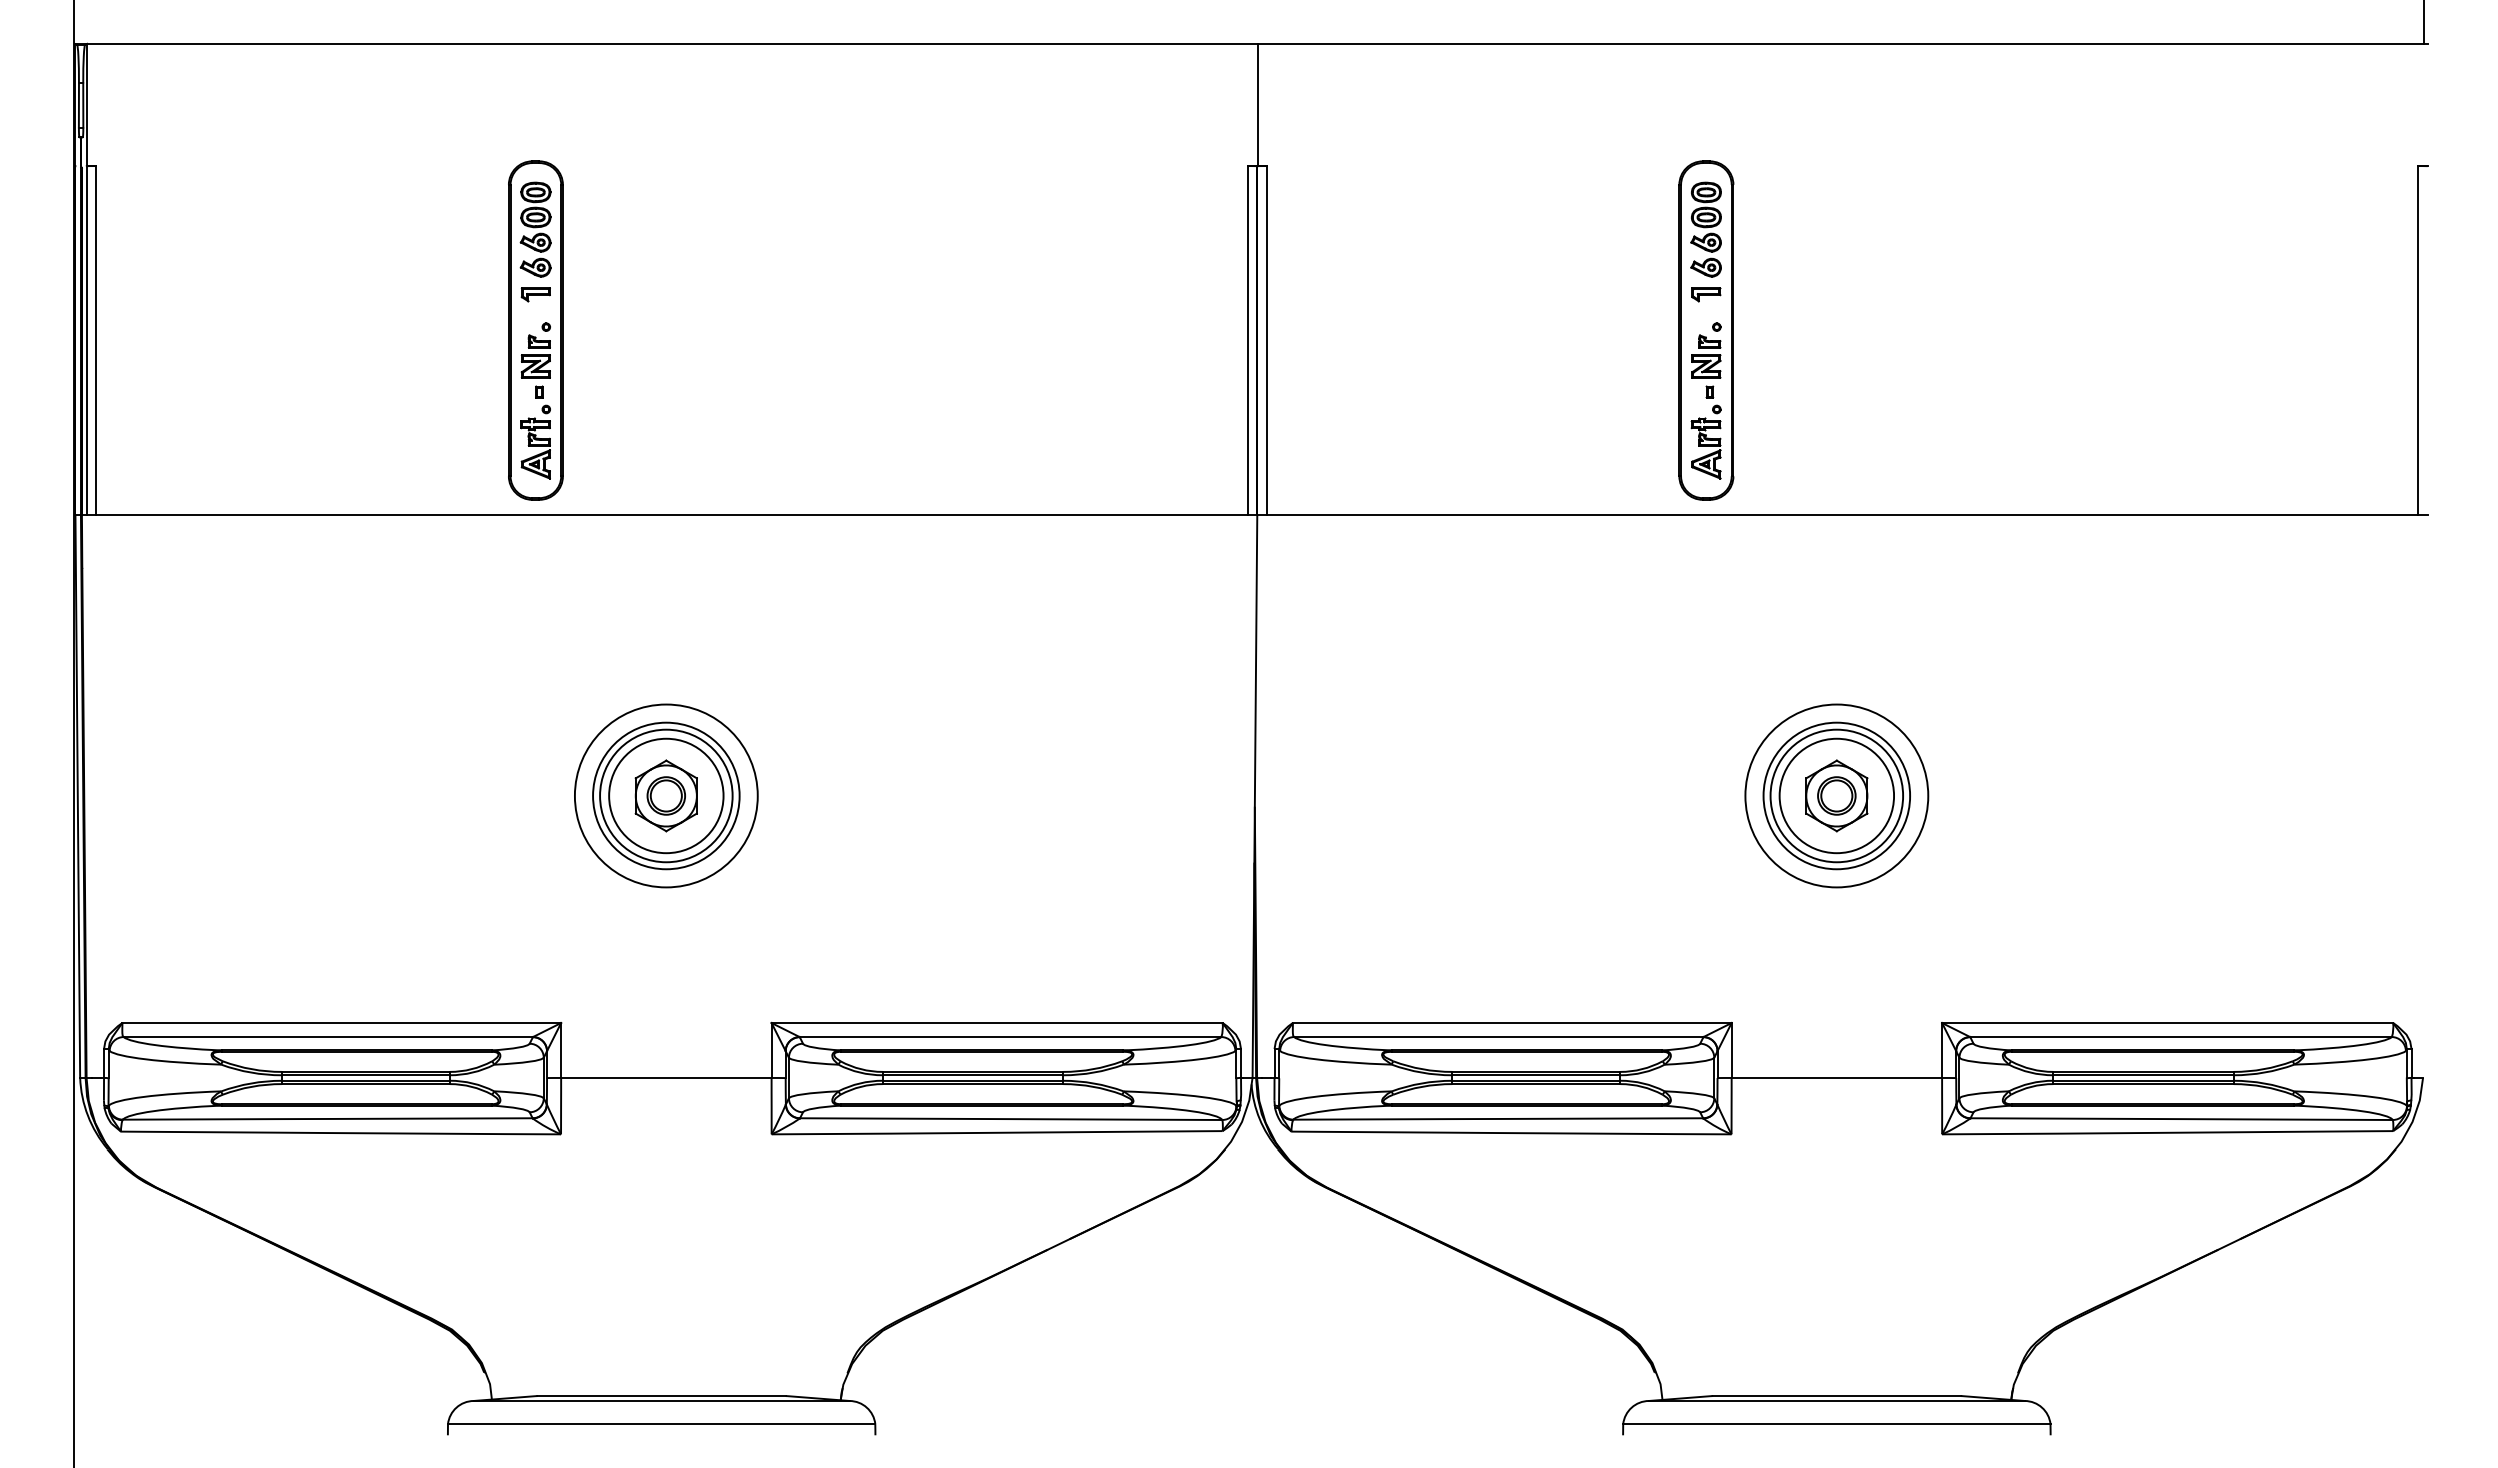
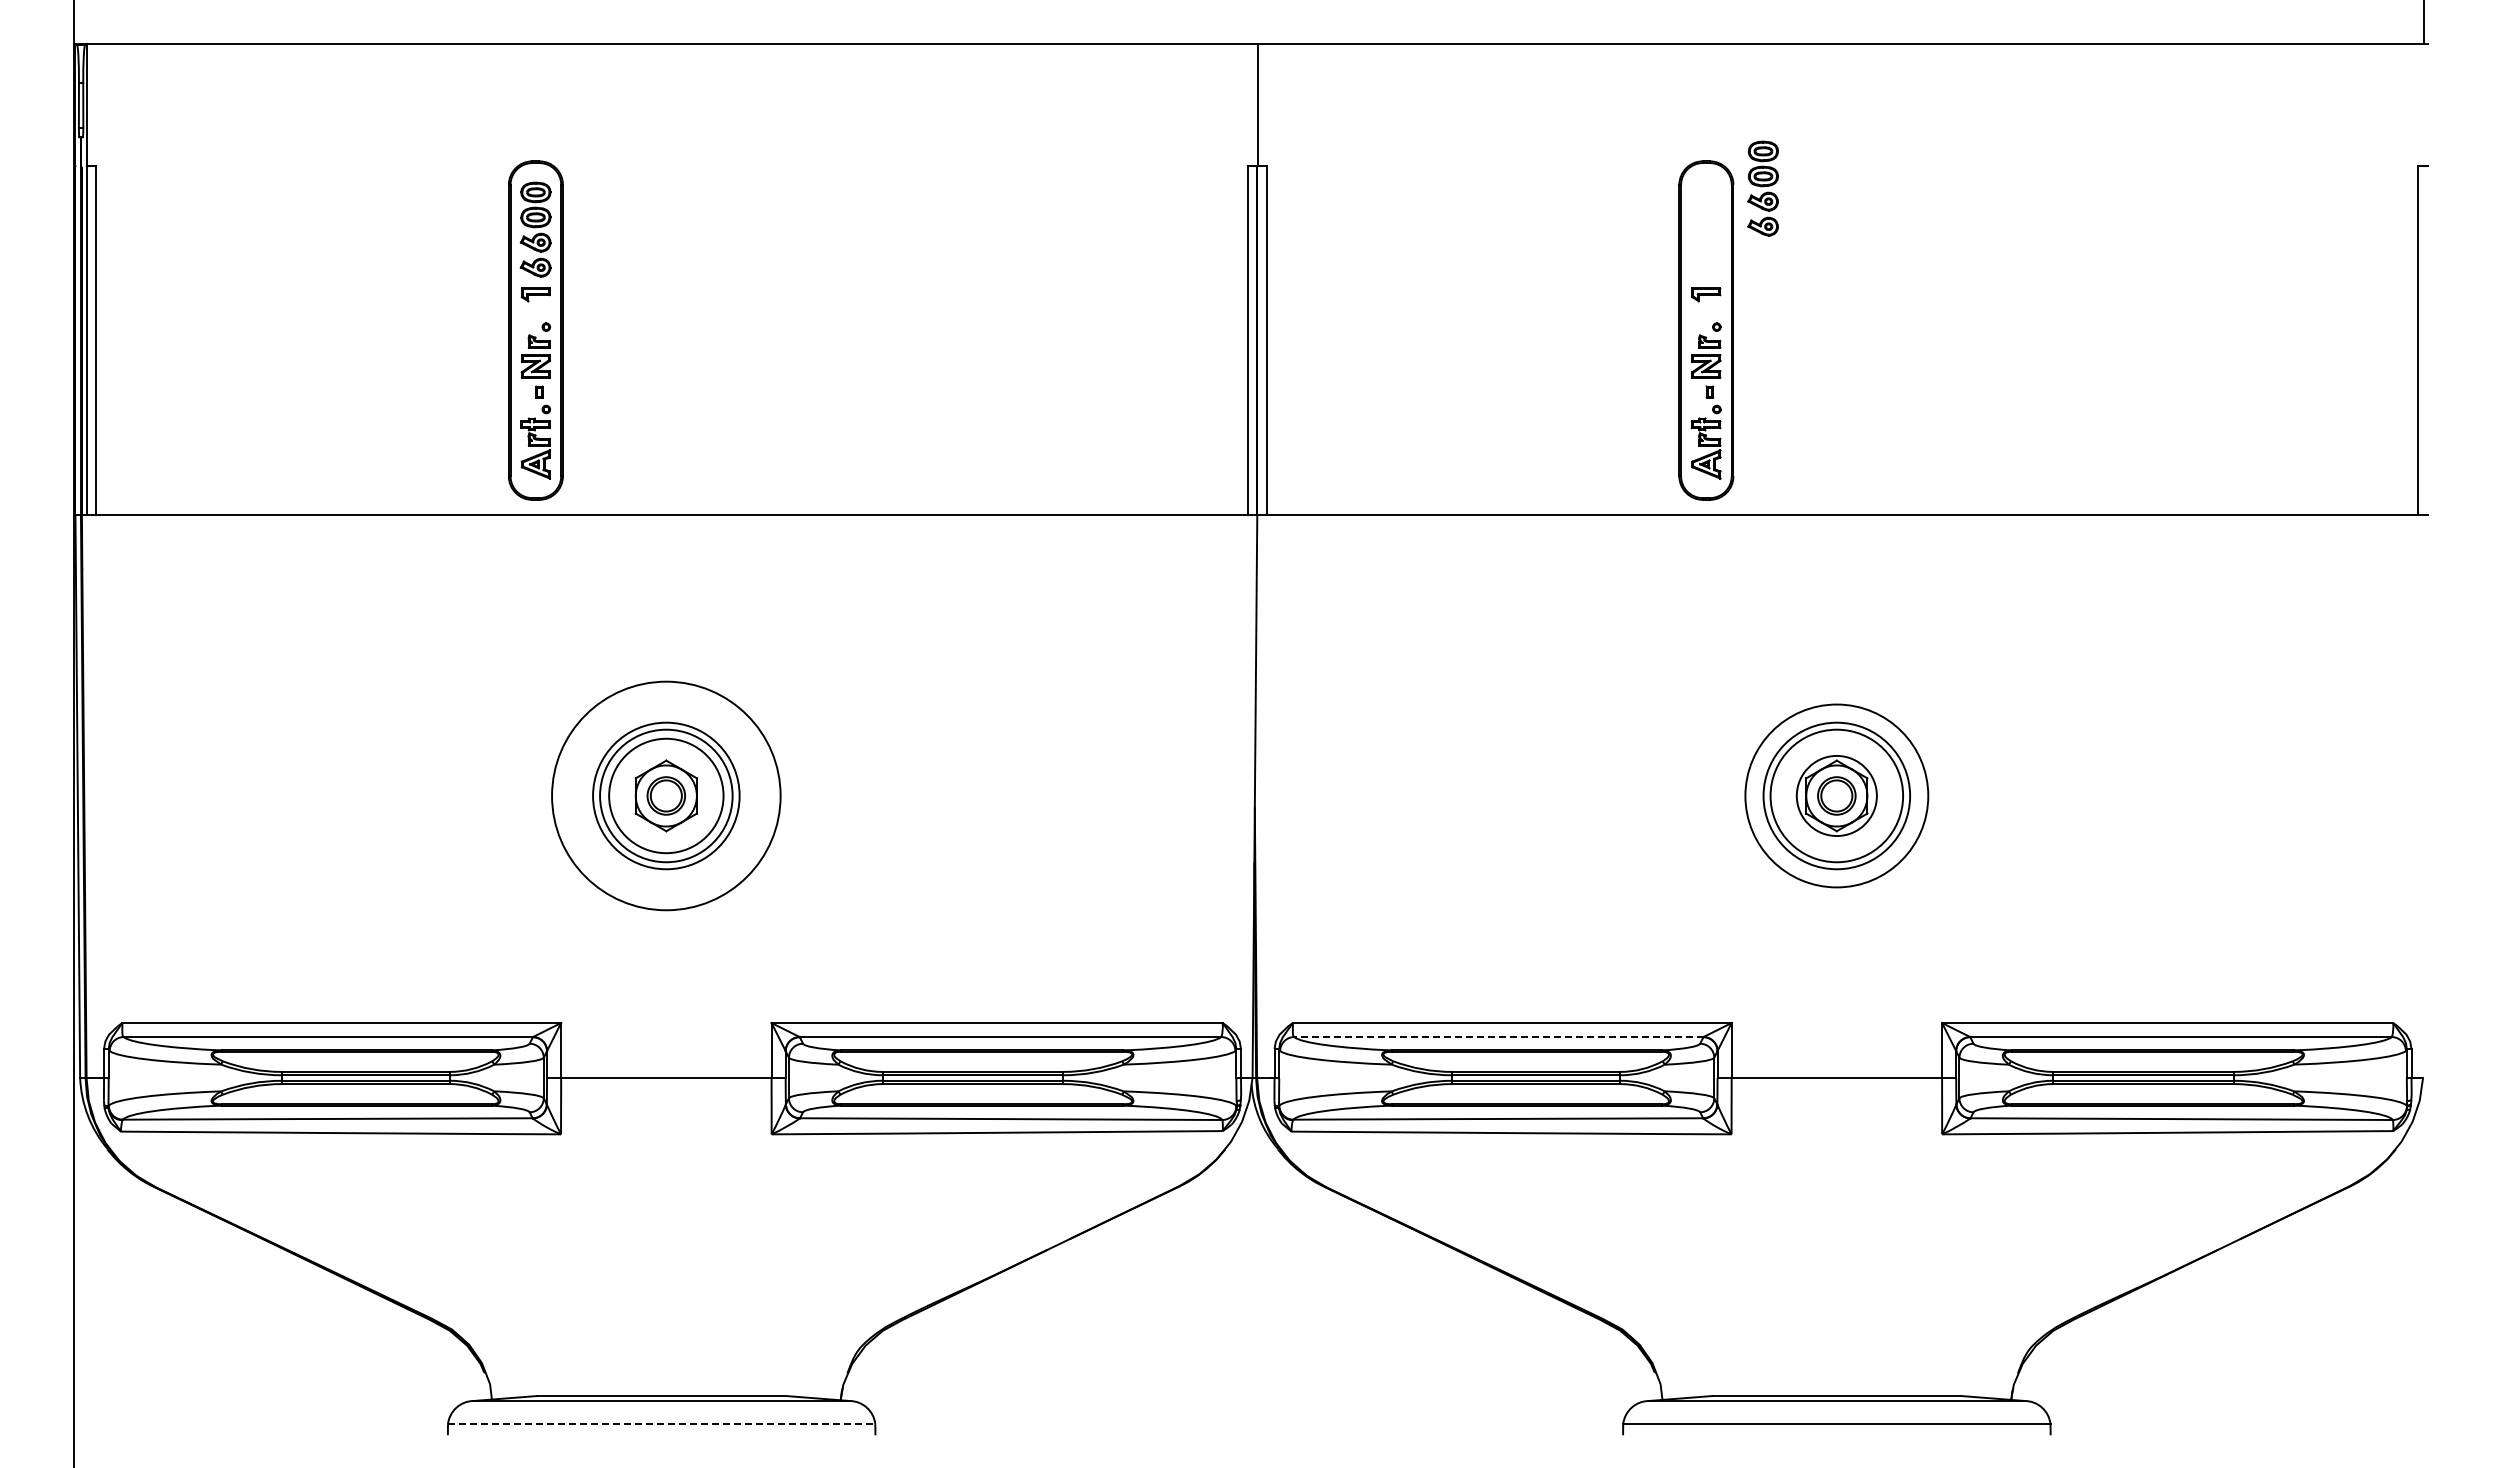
part at (1705, 229) position: (1705, 229) -> (1762, 188)
circle at (665, 795) diameter: 183 px -> 229 px
circle at (1836, 795) diameter: 114 px -> 80 px
line at (1498, 1037): solid -> dashed
line at (661, 1424): solid -> dashed
